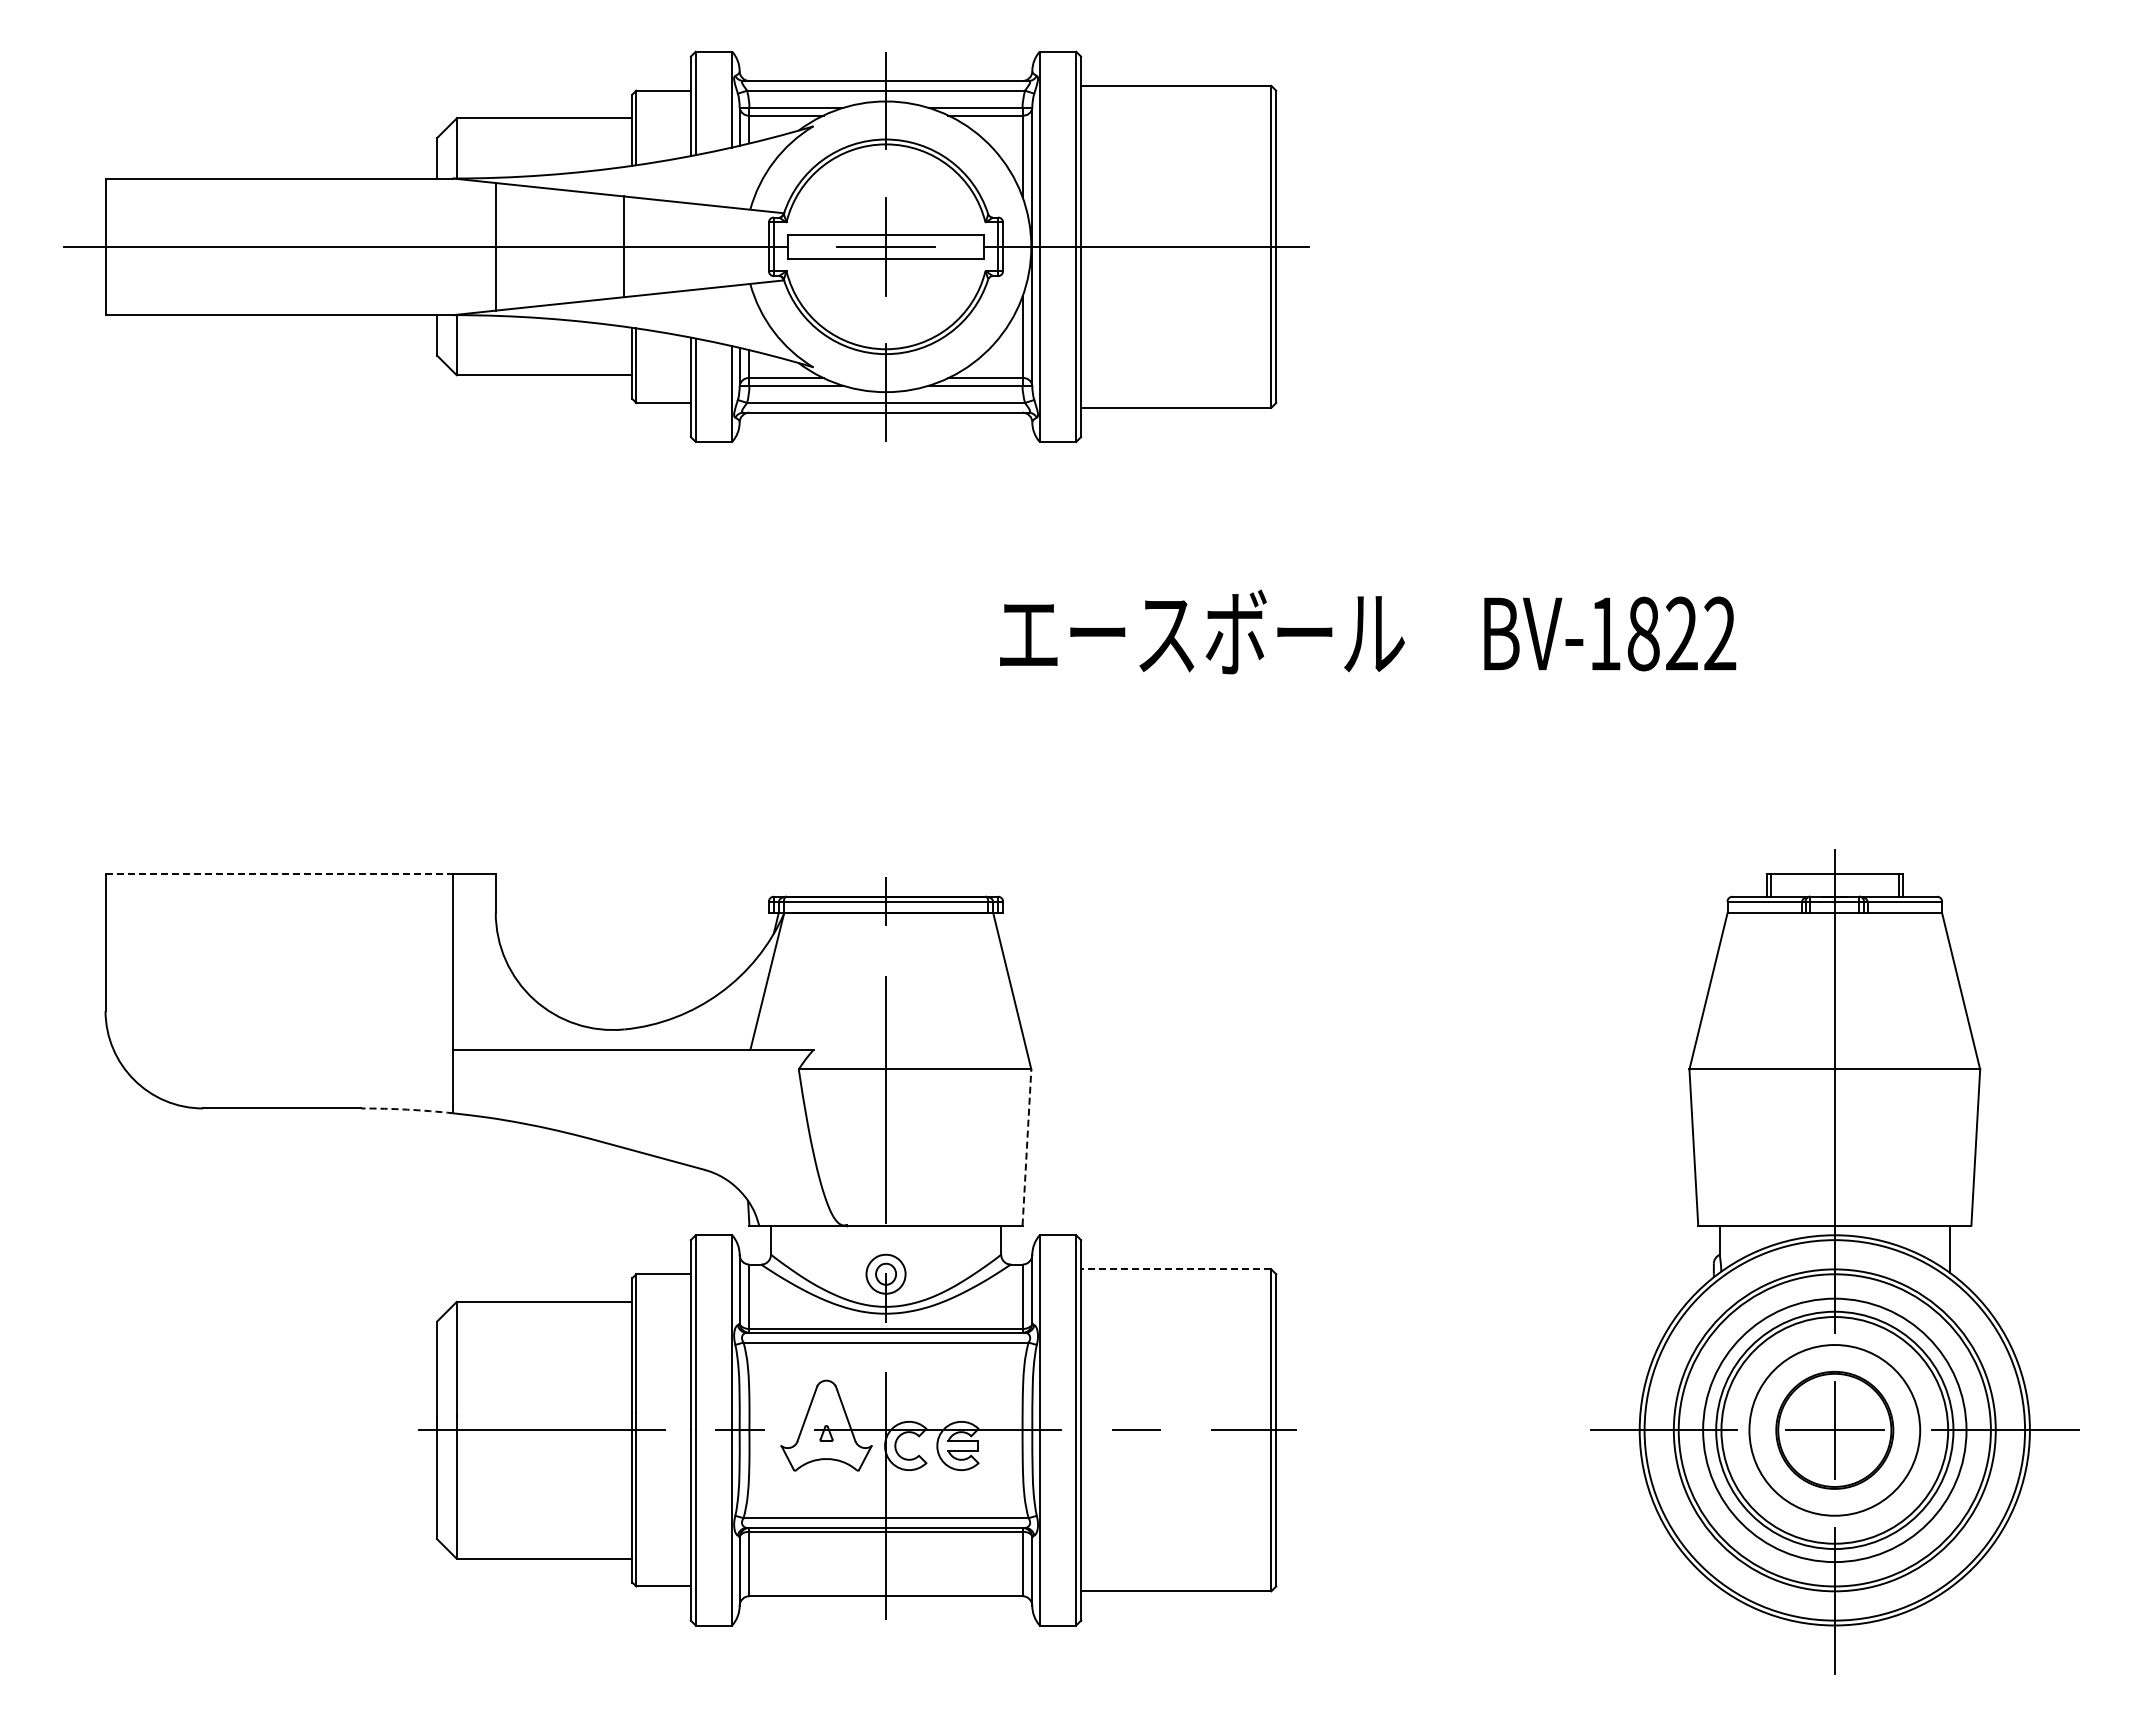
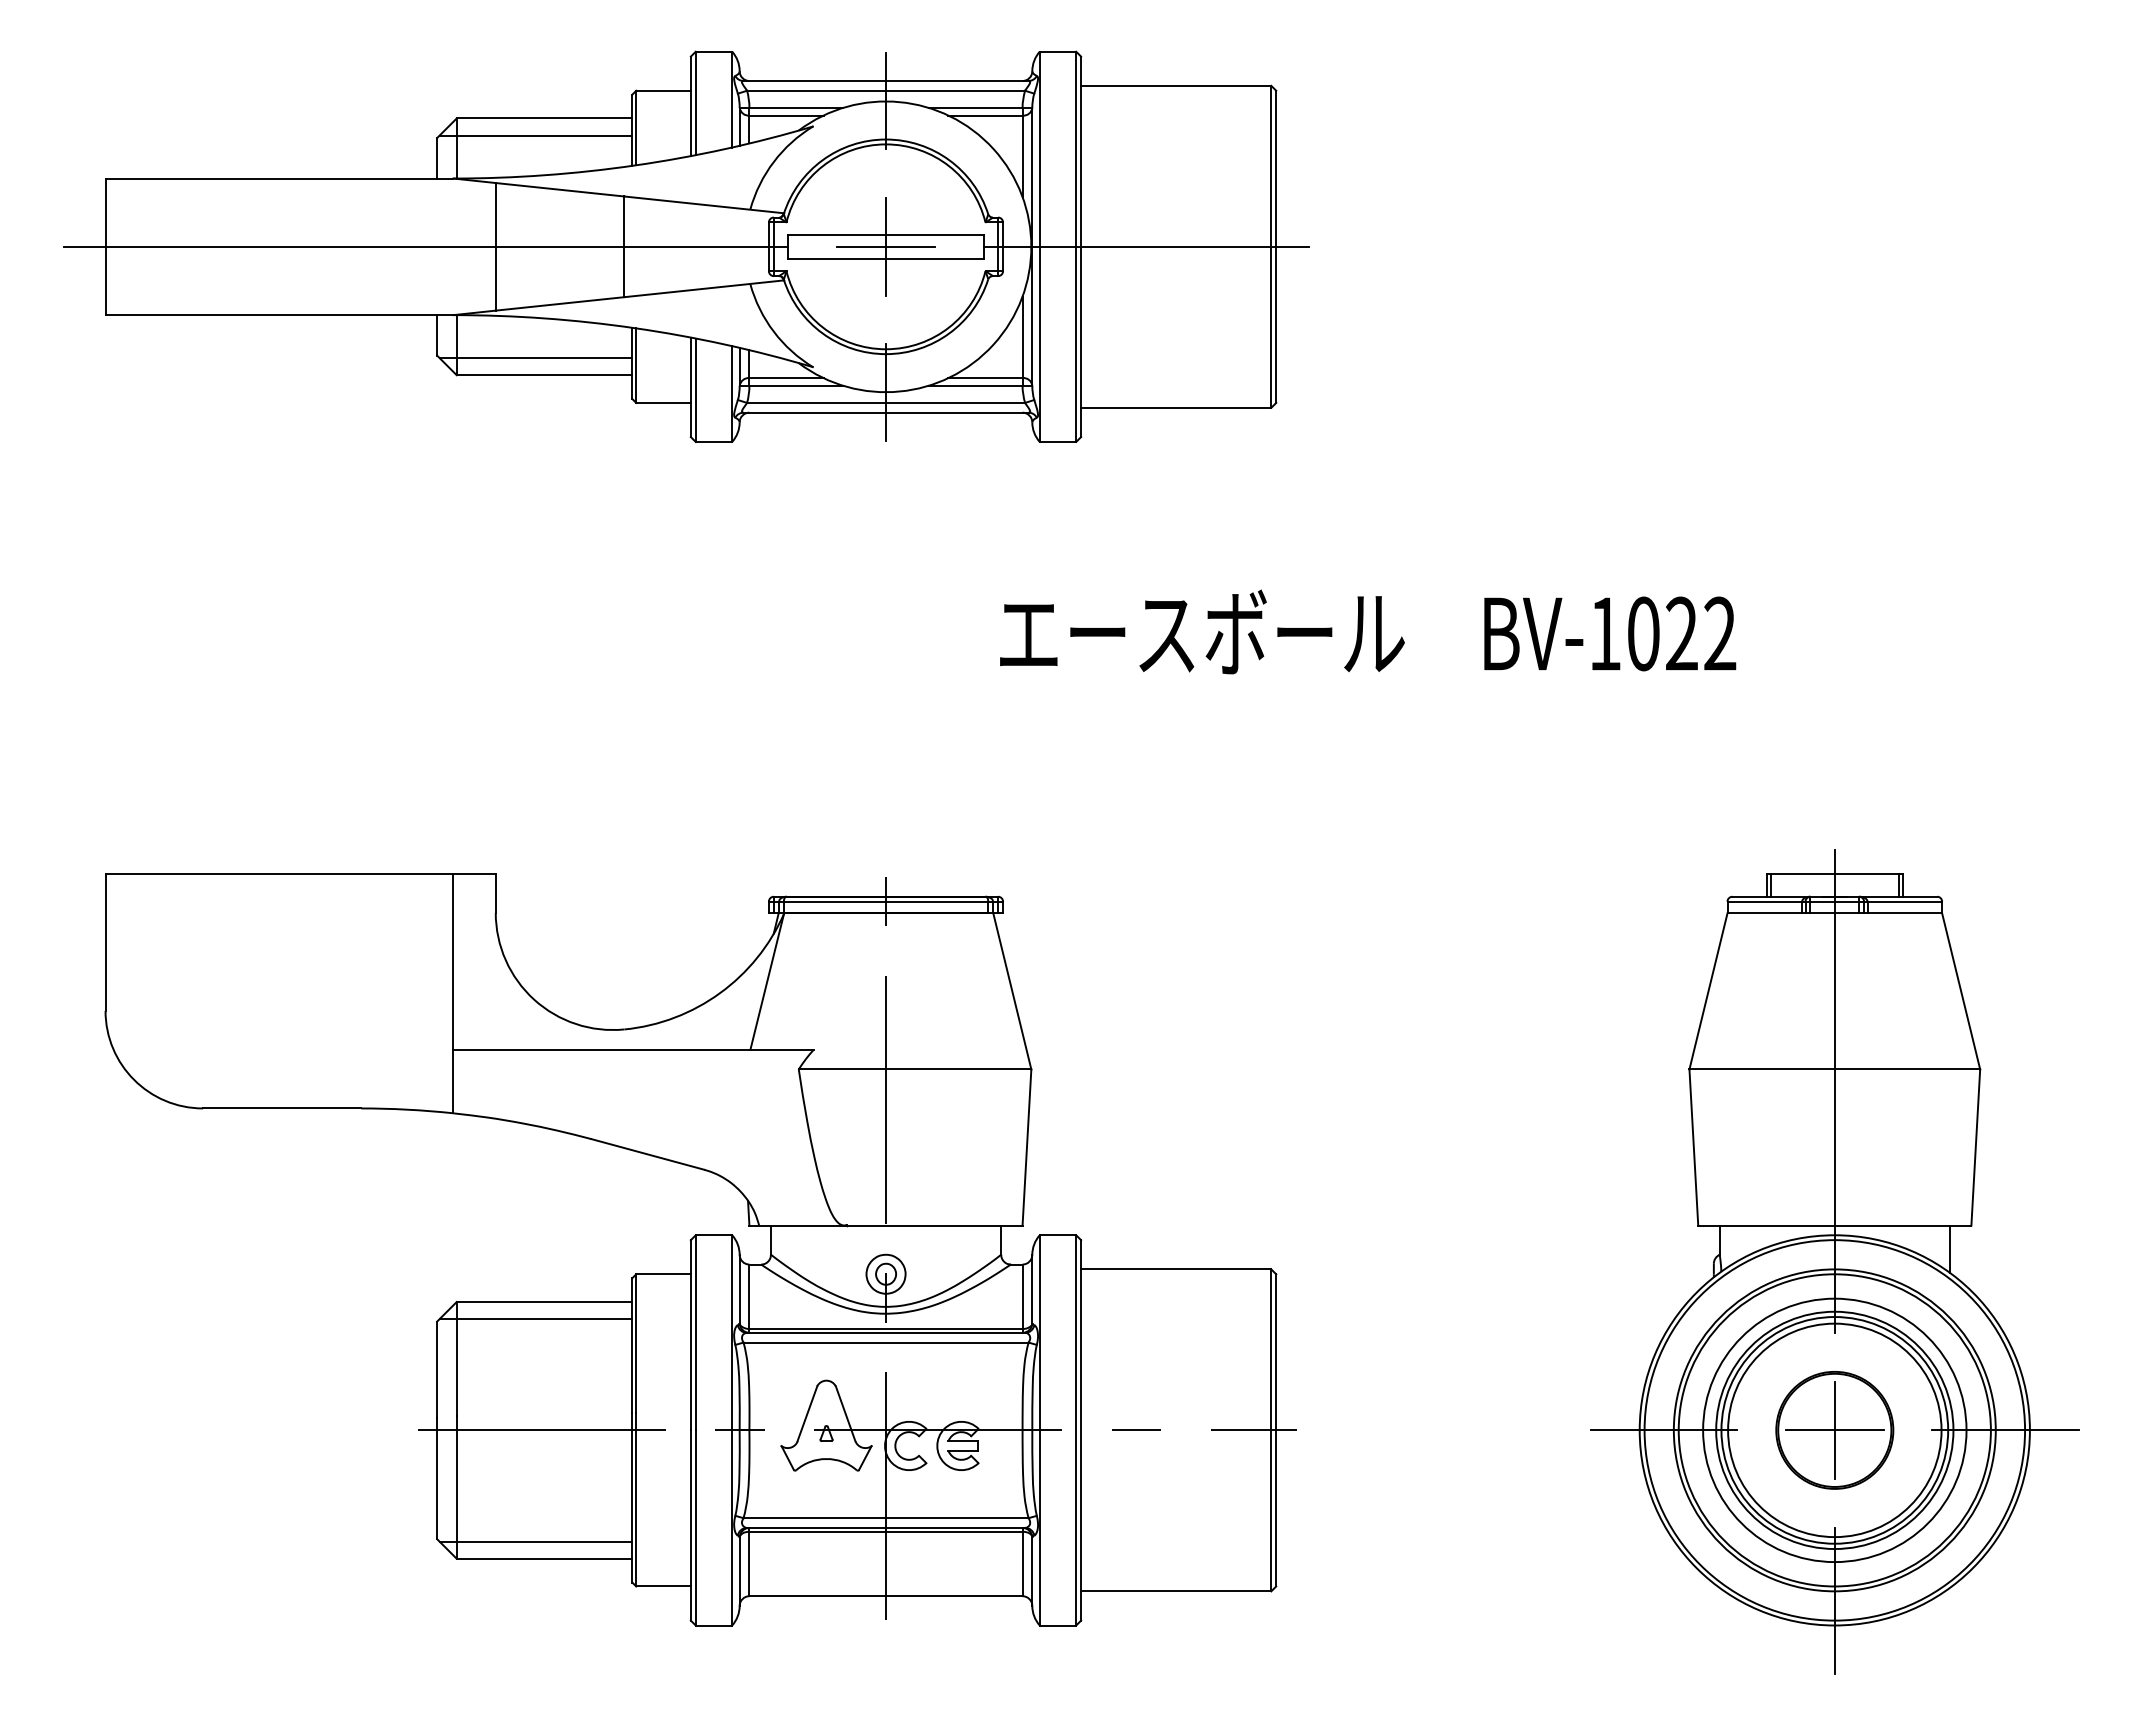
line at (535, 135): none -> present
line at (535, 358): none -> present
text at (1643, 633): BV-1822 -> BV-1022
line at (279, 874): dashed -> solid
arc at (407, 1109): dashed -> solid
line at (1026, 1146): dashed -> solid
line at (1175, 1269): dashed -> solid
line at (535, 1319): none -> present
circle at (1834, 1430) diameter: 171 px -> 213 px
line at (535, 1541): none -> present
